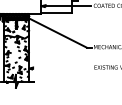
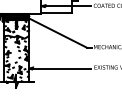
line at (59, 68): none -> present
